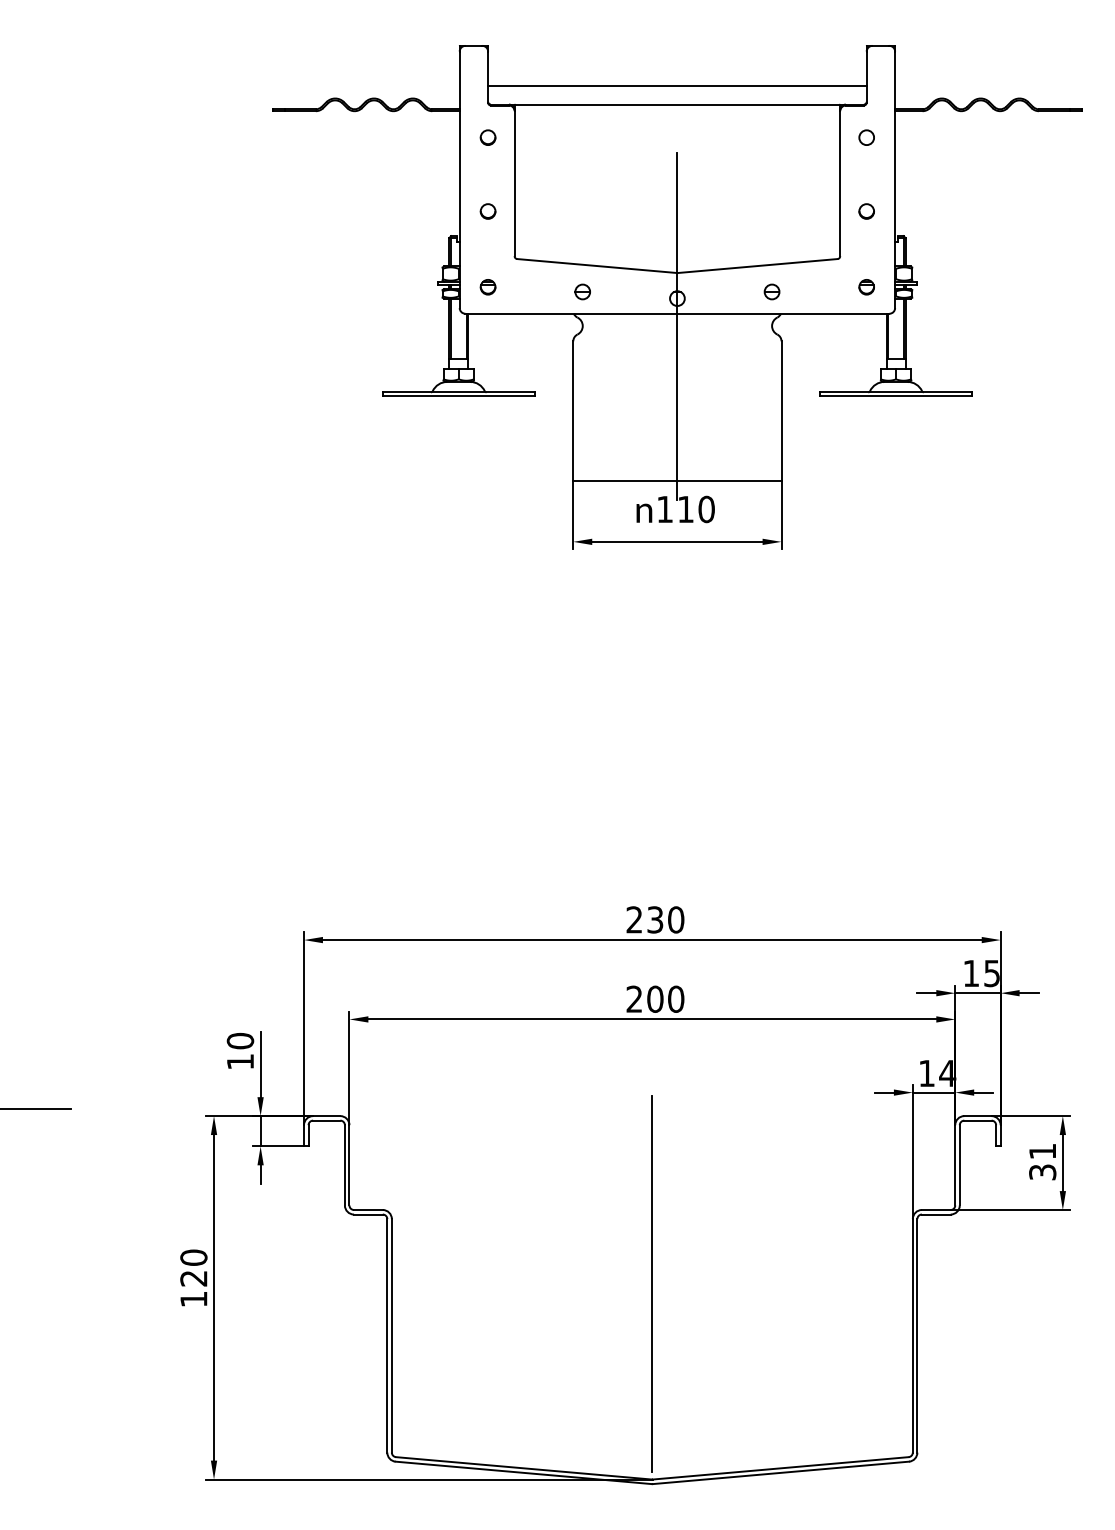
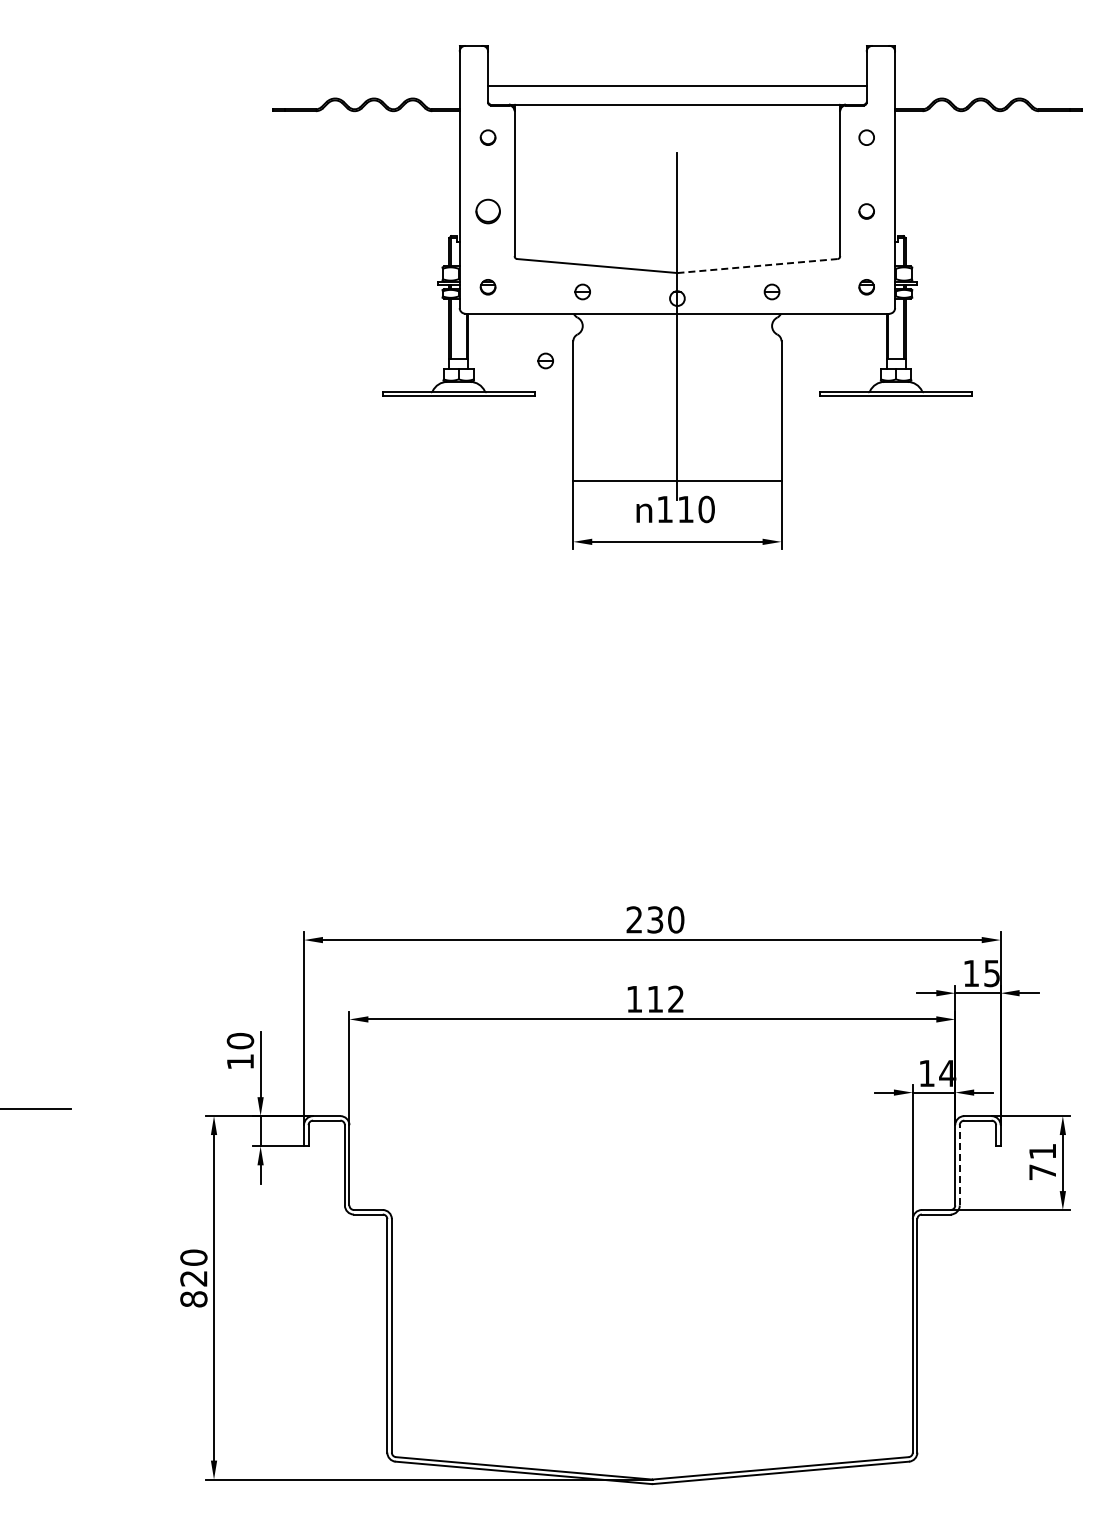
part at (487, 211) size: 18x17 px -> 26x27 px
line at (758, 266): solid -> dashed
part at (545, 360): none -> present
text at (655, 998): 200 -> 112
line at (959, 1164): solid -> dashed
text at (1042, 1172): 31 -> 71
line at (652, 1283): present -> none
text at (193, 1299): 120 -> 820
